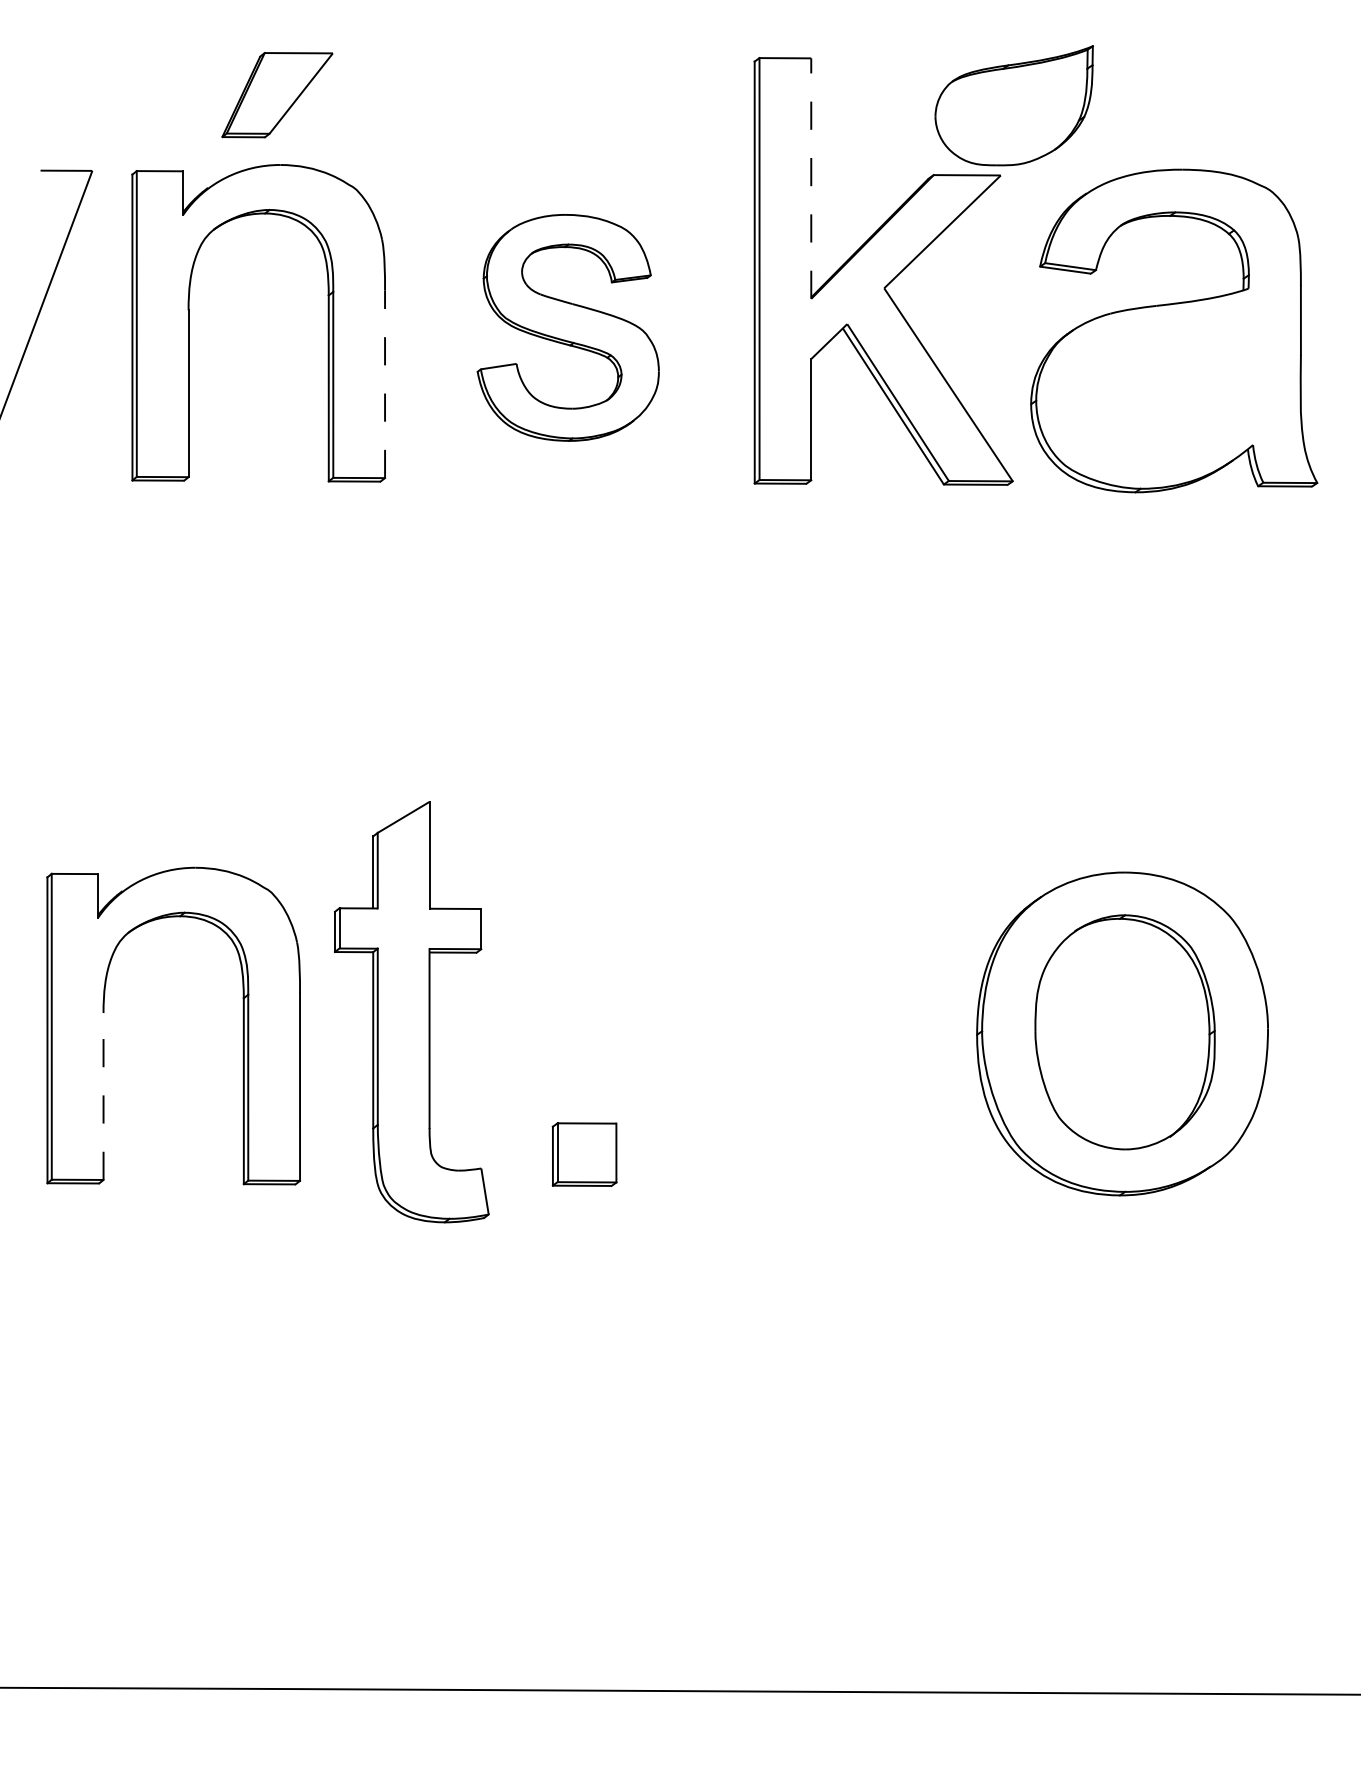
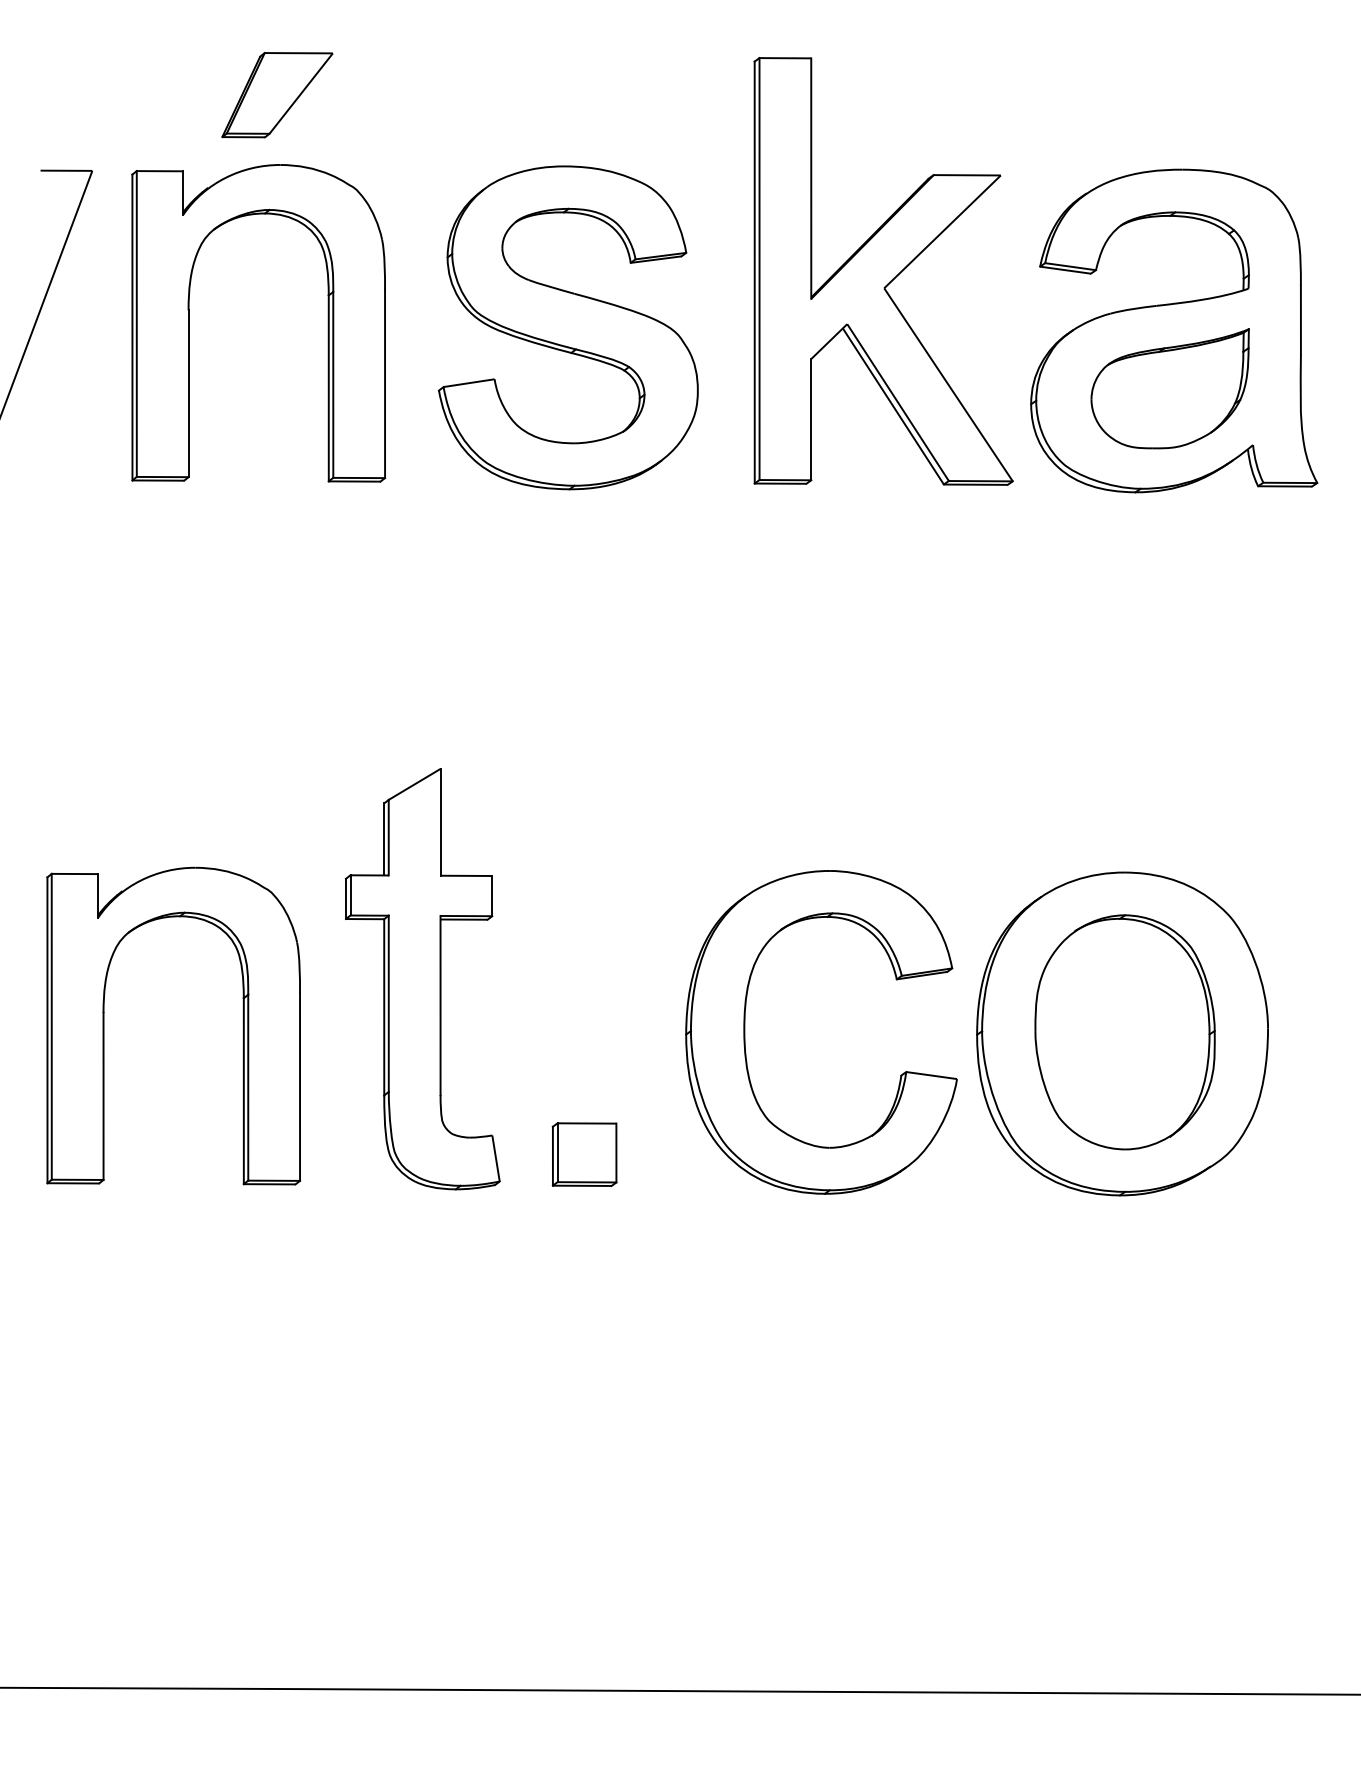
part at (1013, 105) position: (1013, 105) -> (1169, 388)
line at (811, 178): dashed -> solid
part at (567, 327) size: 184x228 px -> 262x326 px
line at (385, 384): dashed -> solid
part at (411, 1012) position: (411, 1012) -> (422, 979)
part at (745, 1032): none -> present
line at (103, 1095): dashed -> solid
